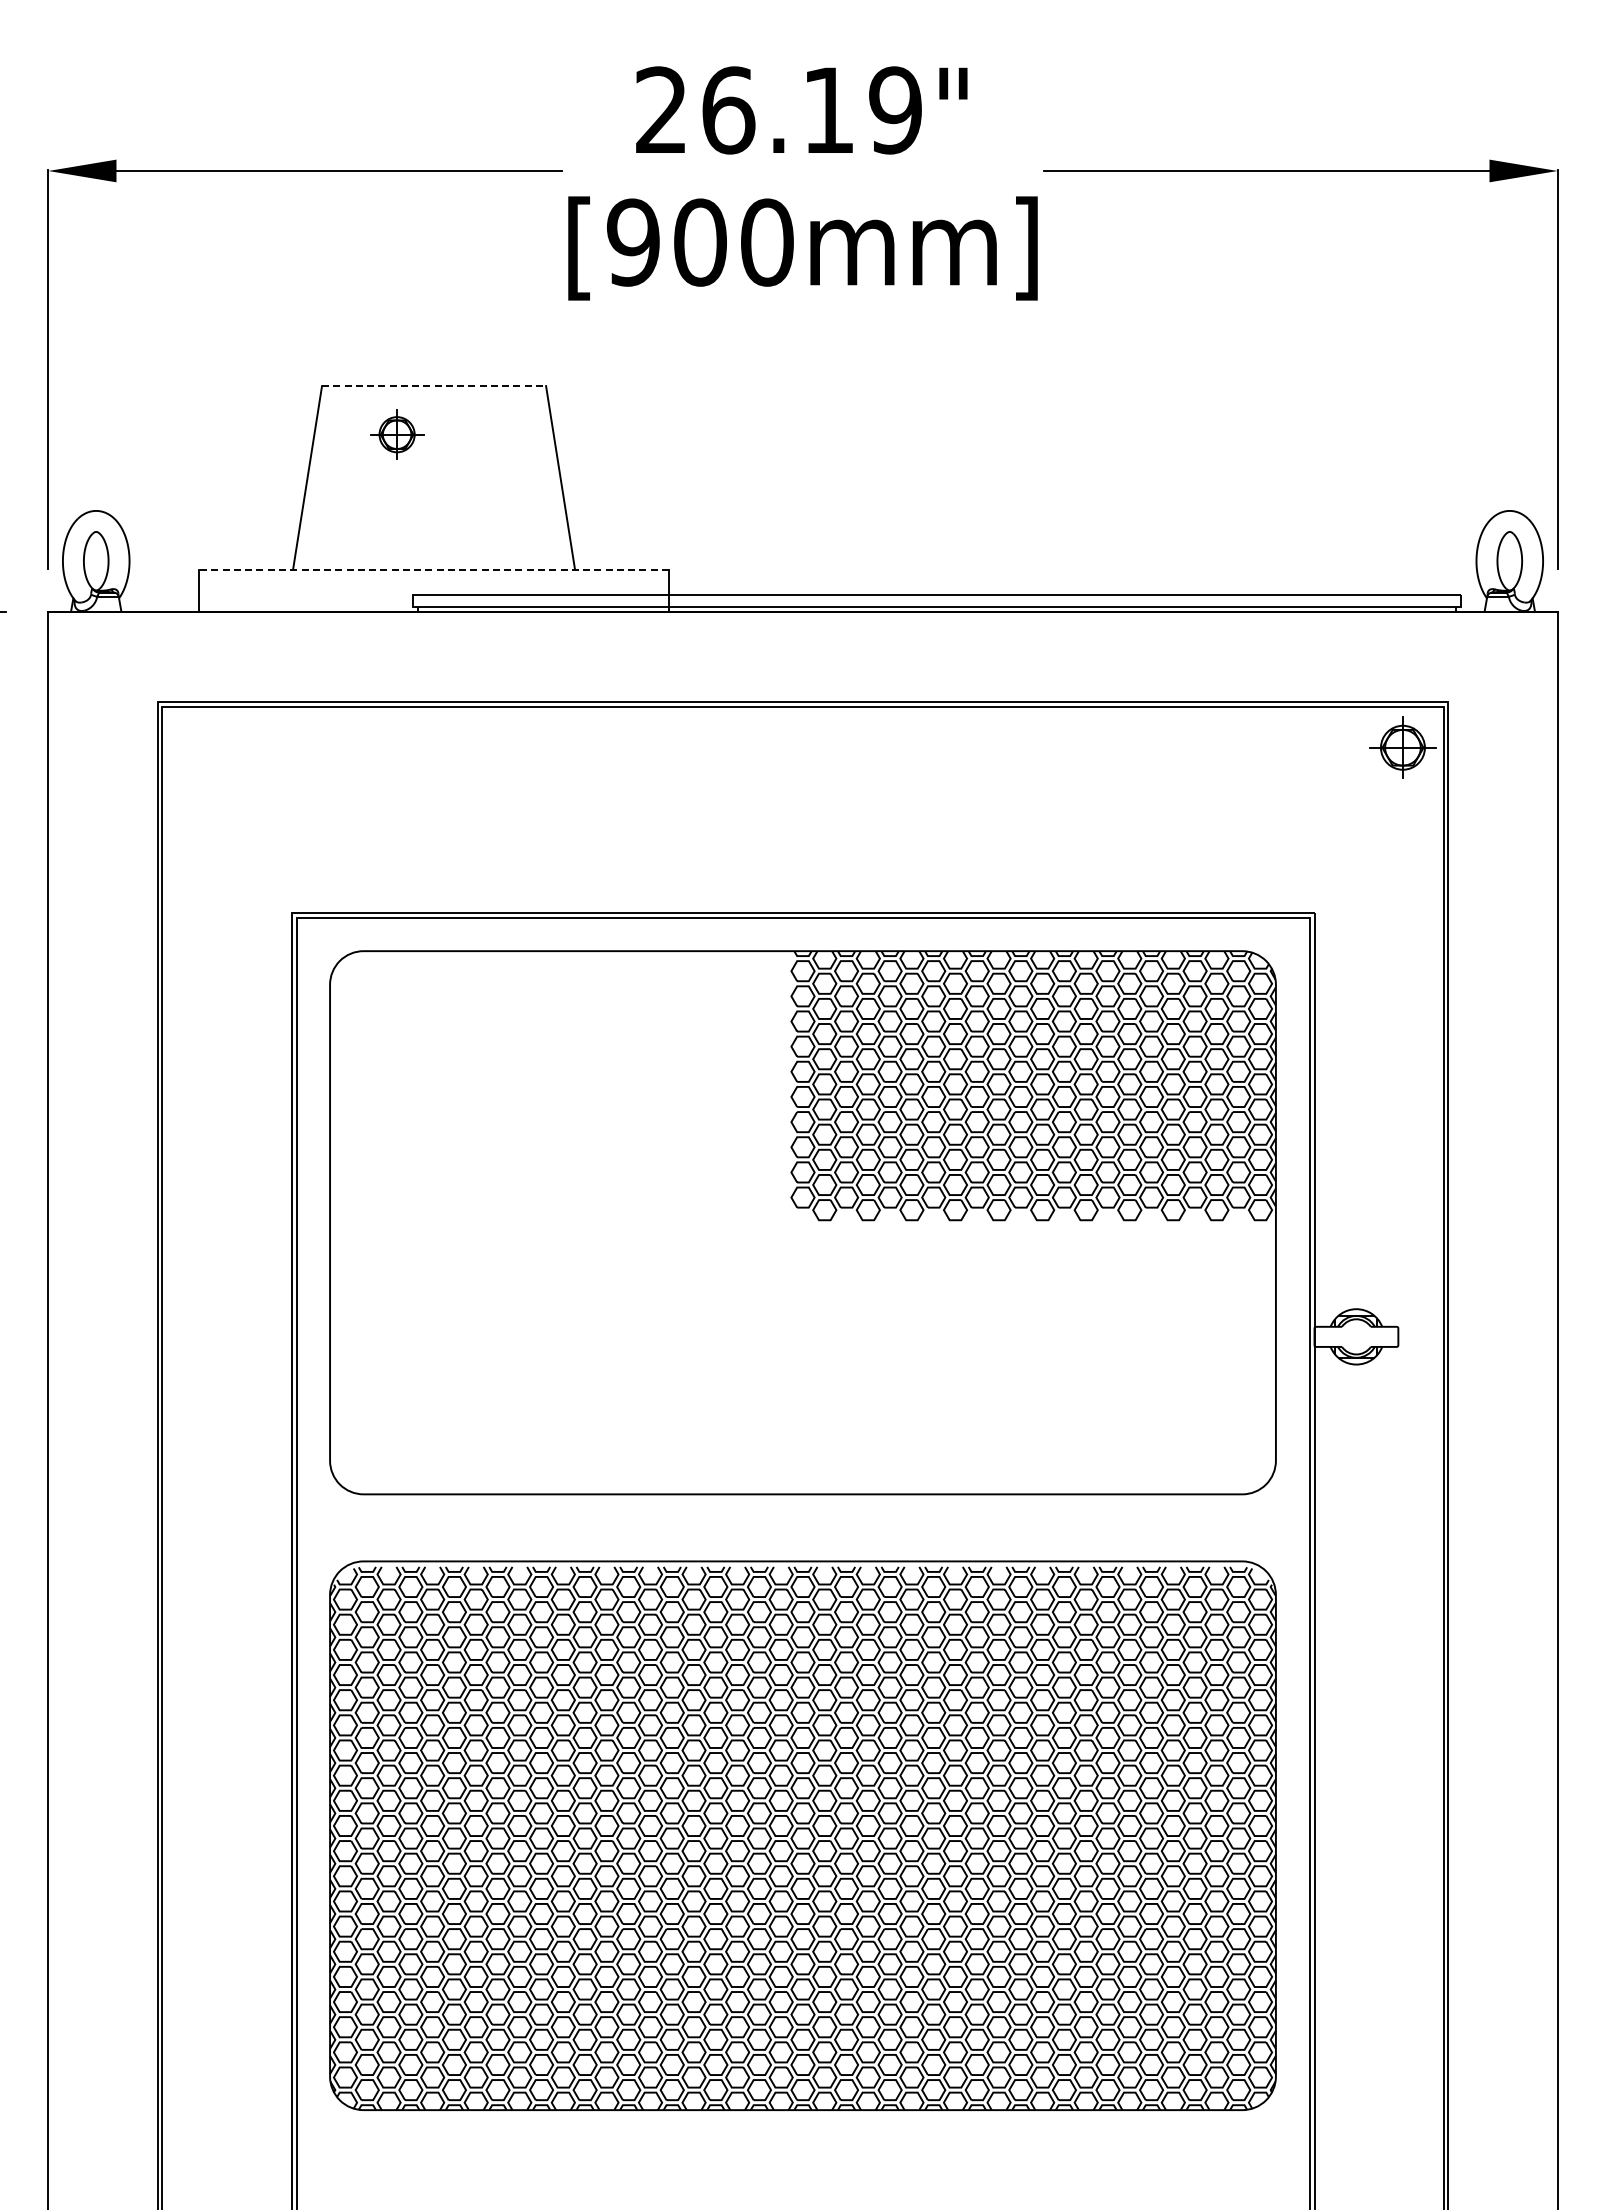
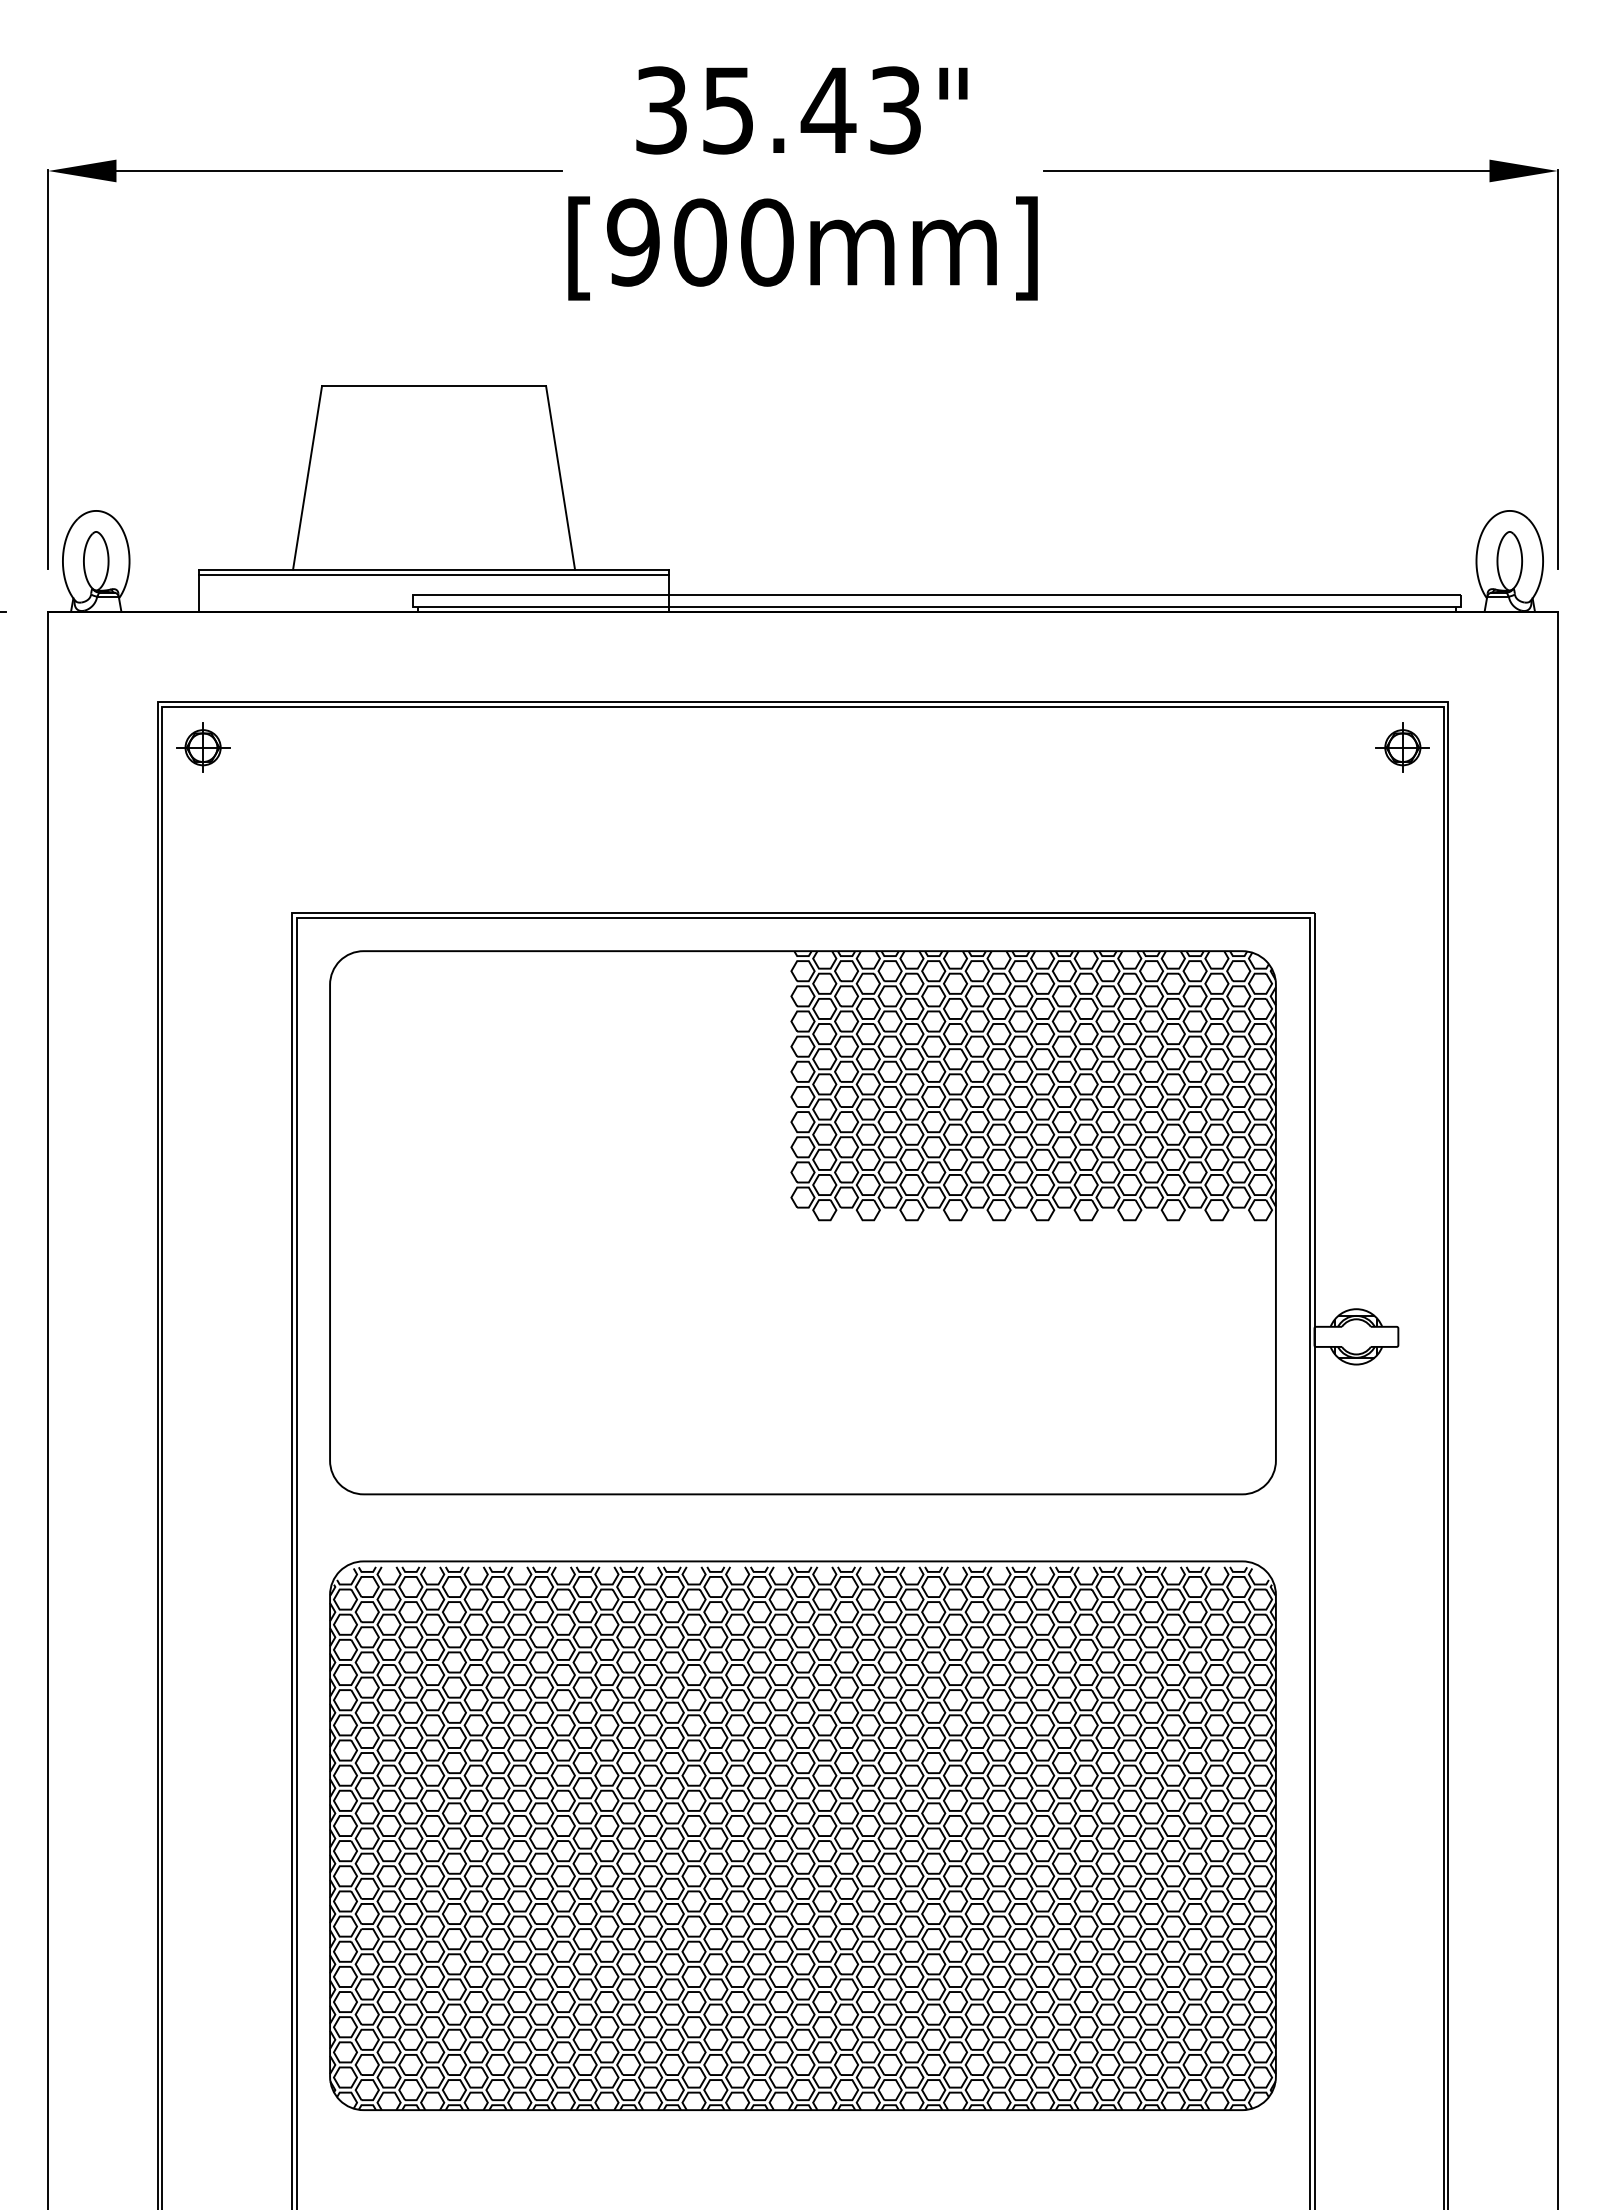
text at (778, 110): 26.19" -> 35.43"
line at (434, 386): dashed -> solid
part at (397, 434) position: (397, 434) -> (203, 747)
line at (434, 569): dashed -> solid
line at (433, 574): none -> present
part at (1402, 747) size: 68x63 px -> 55x51 px
